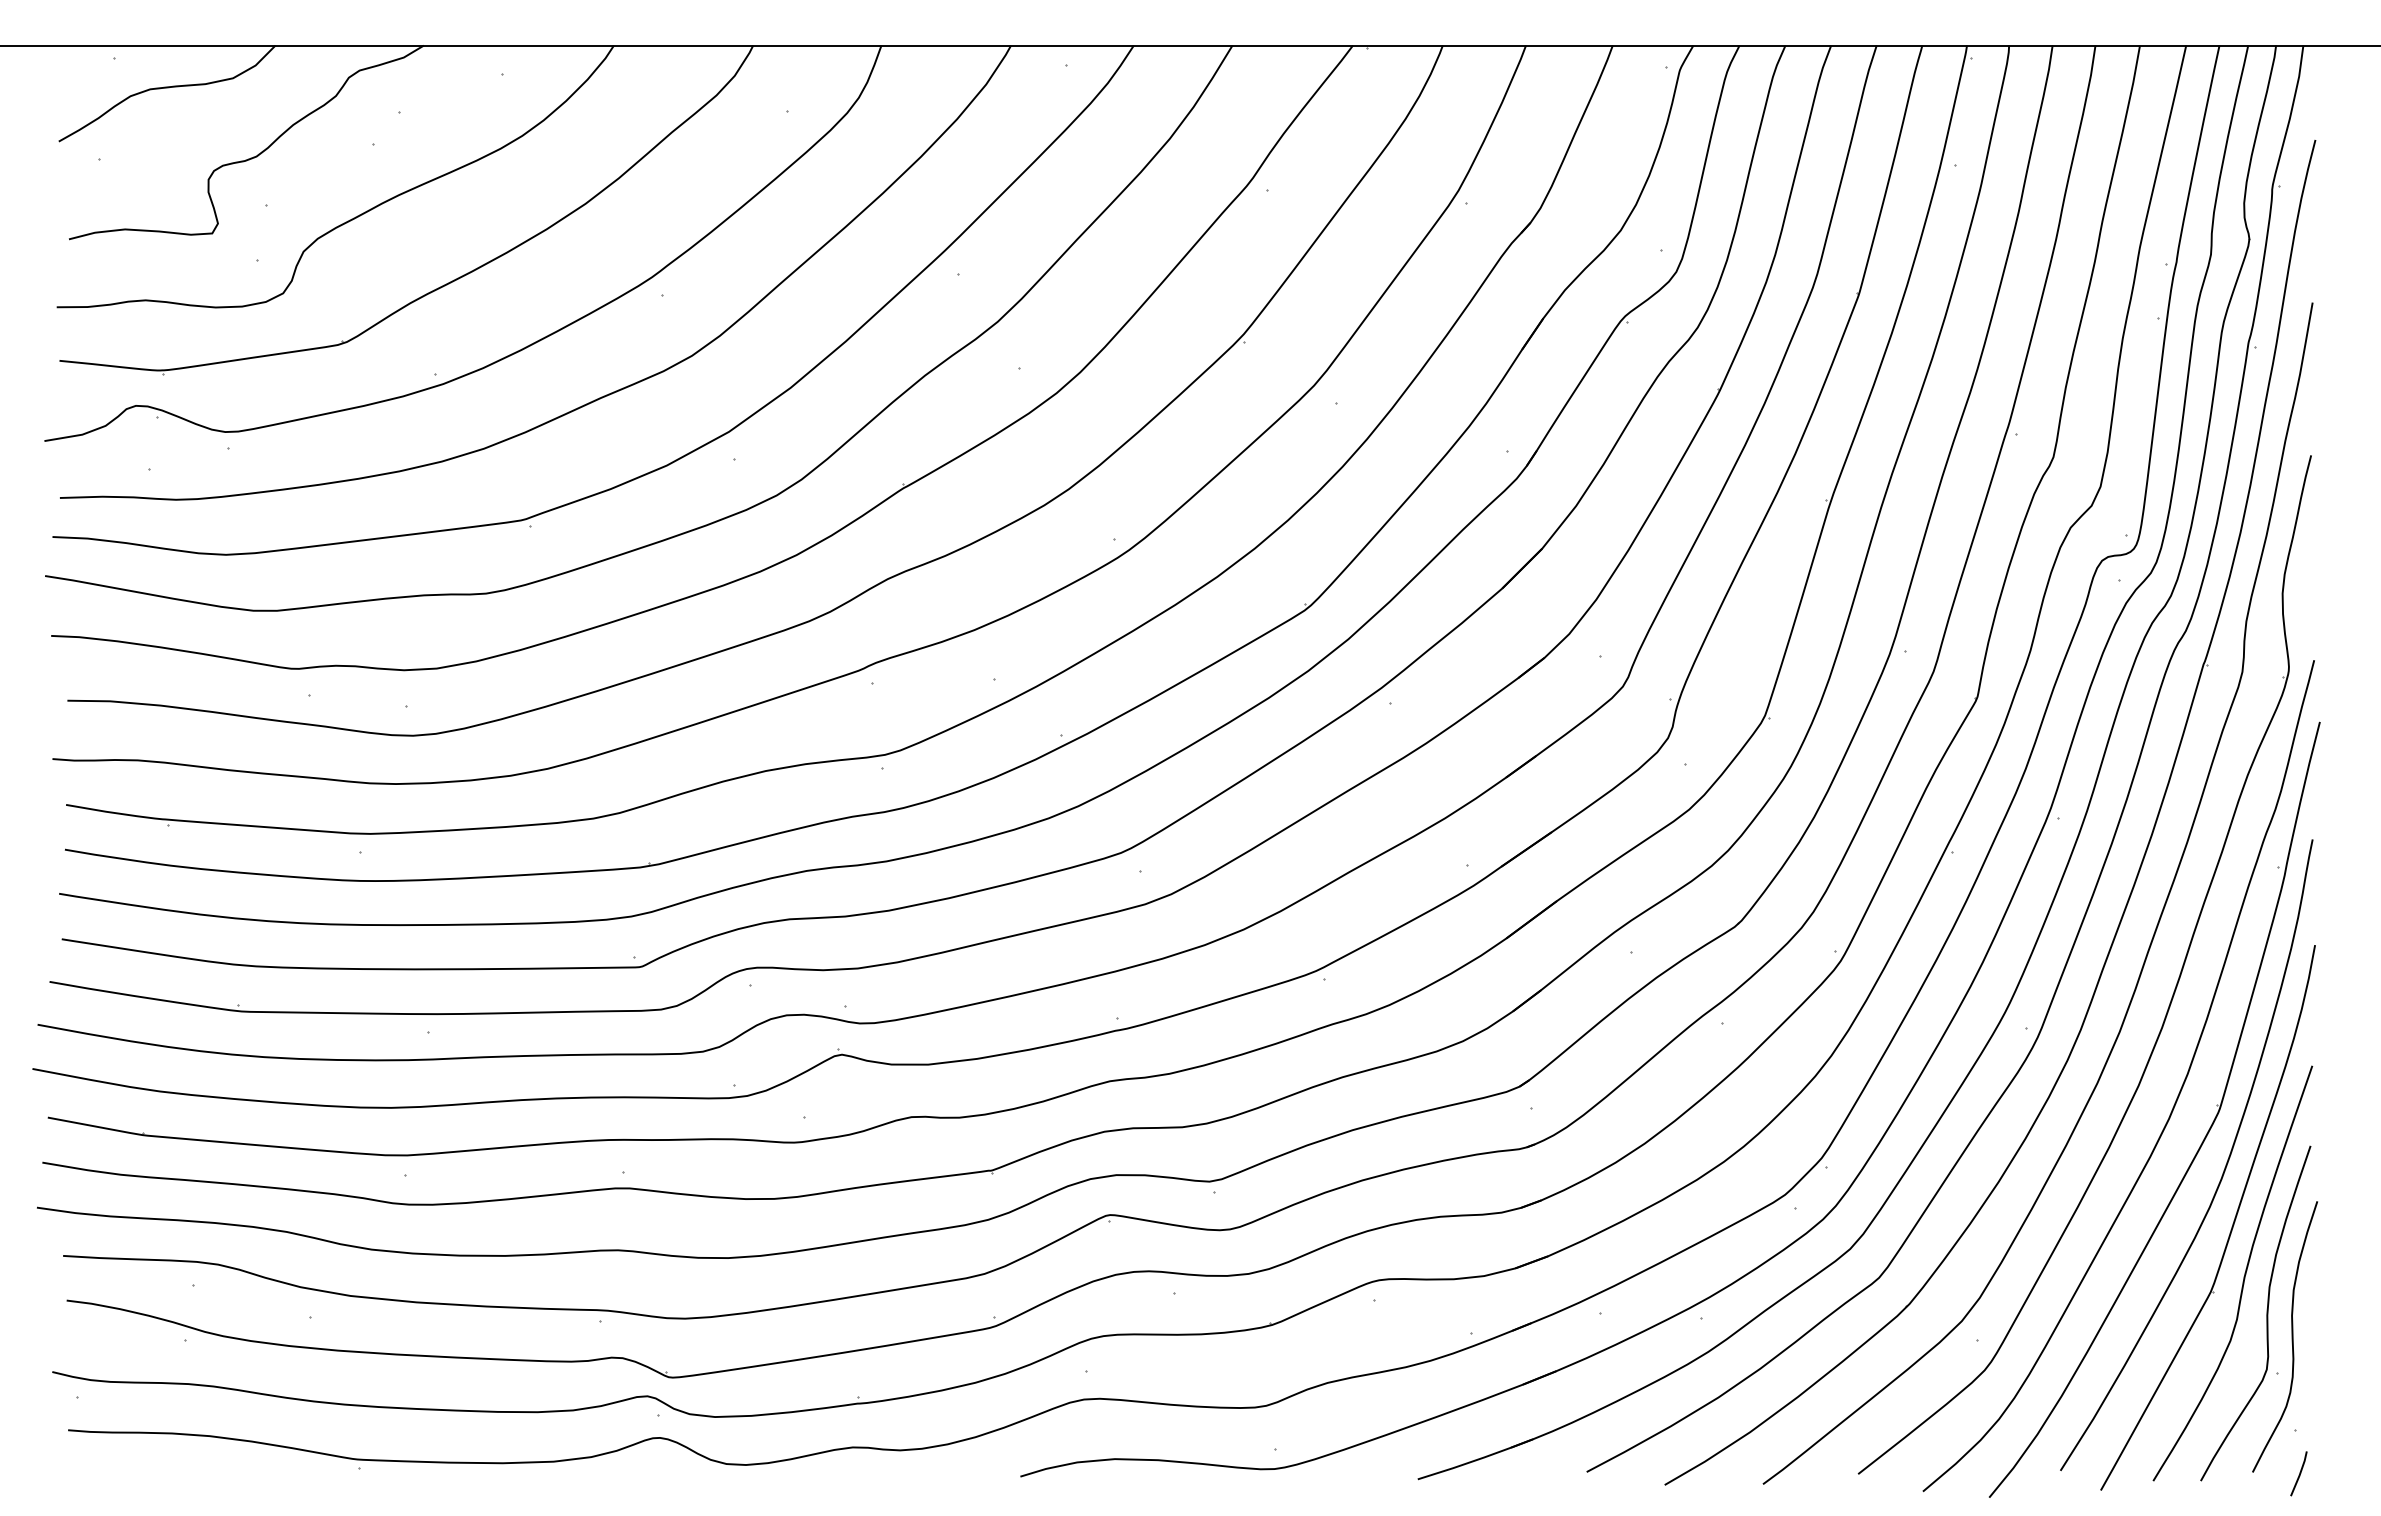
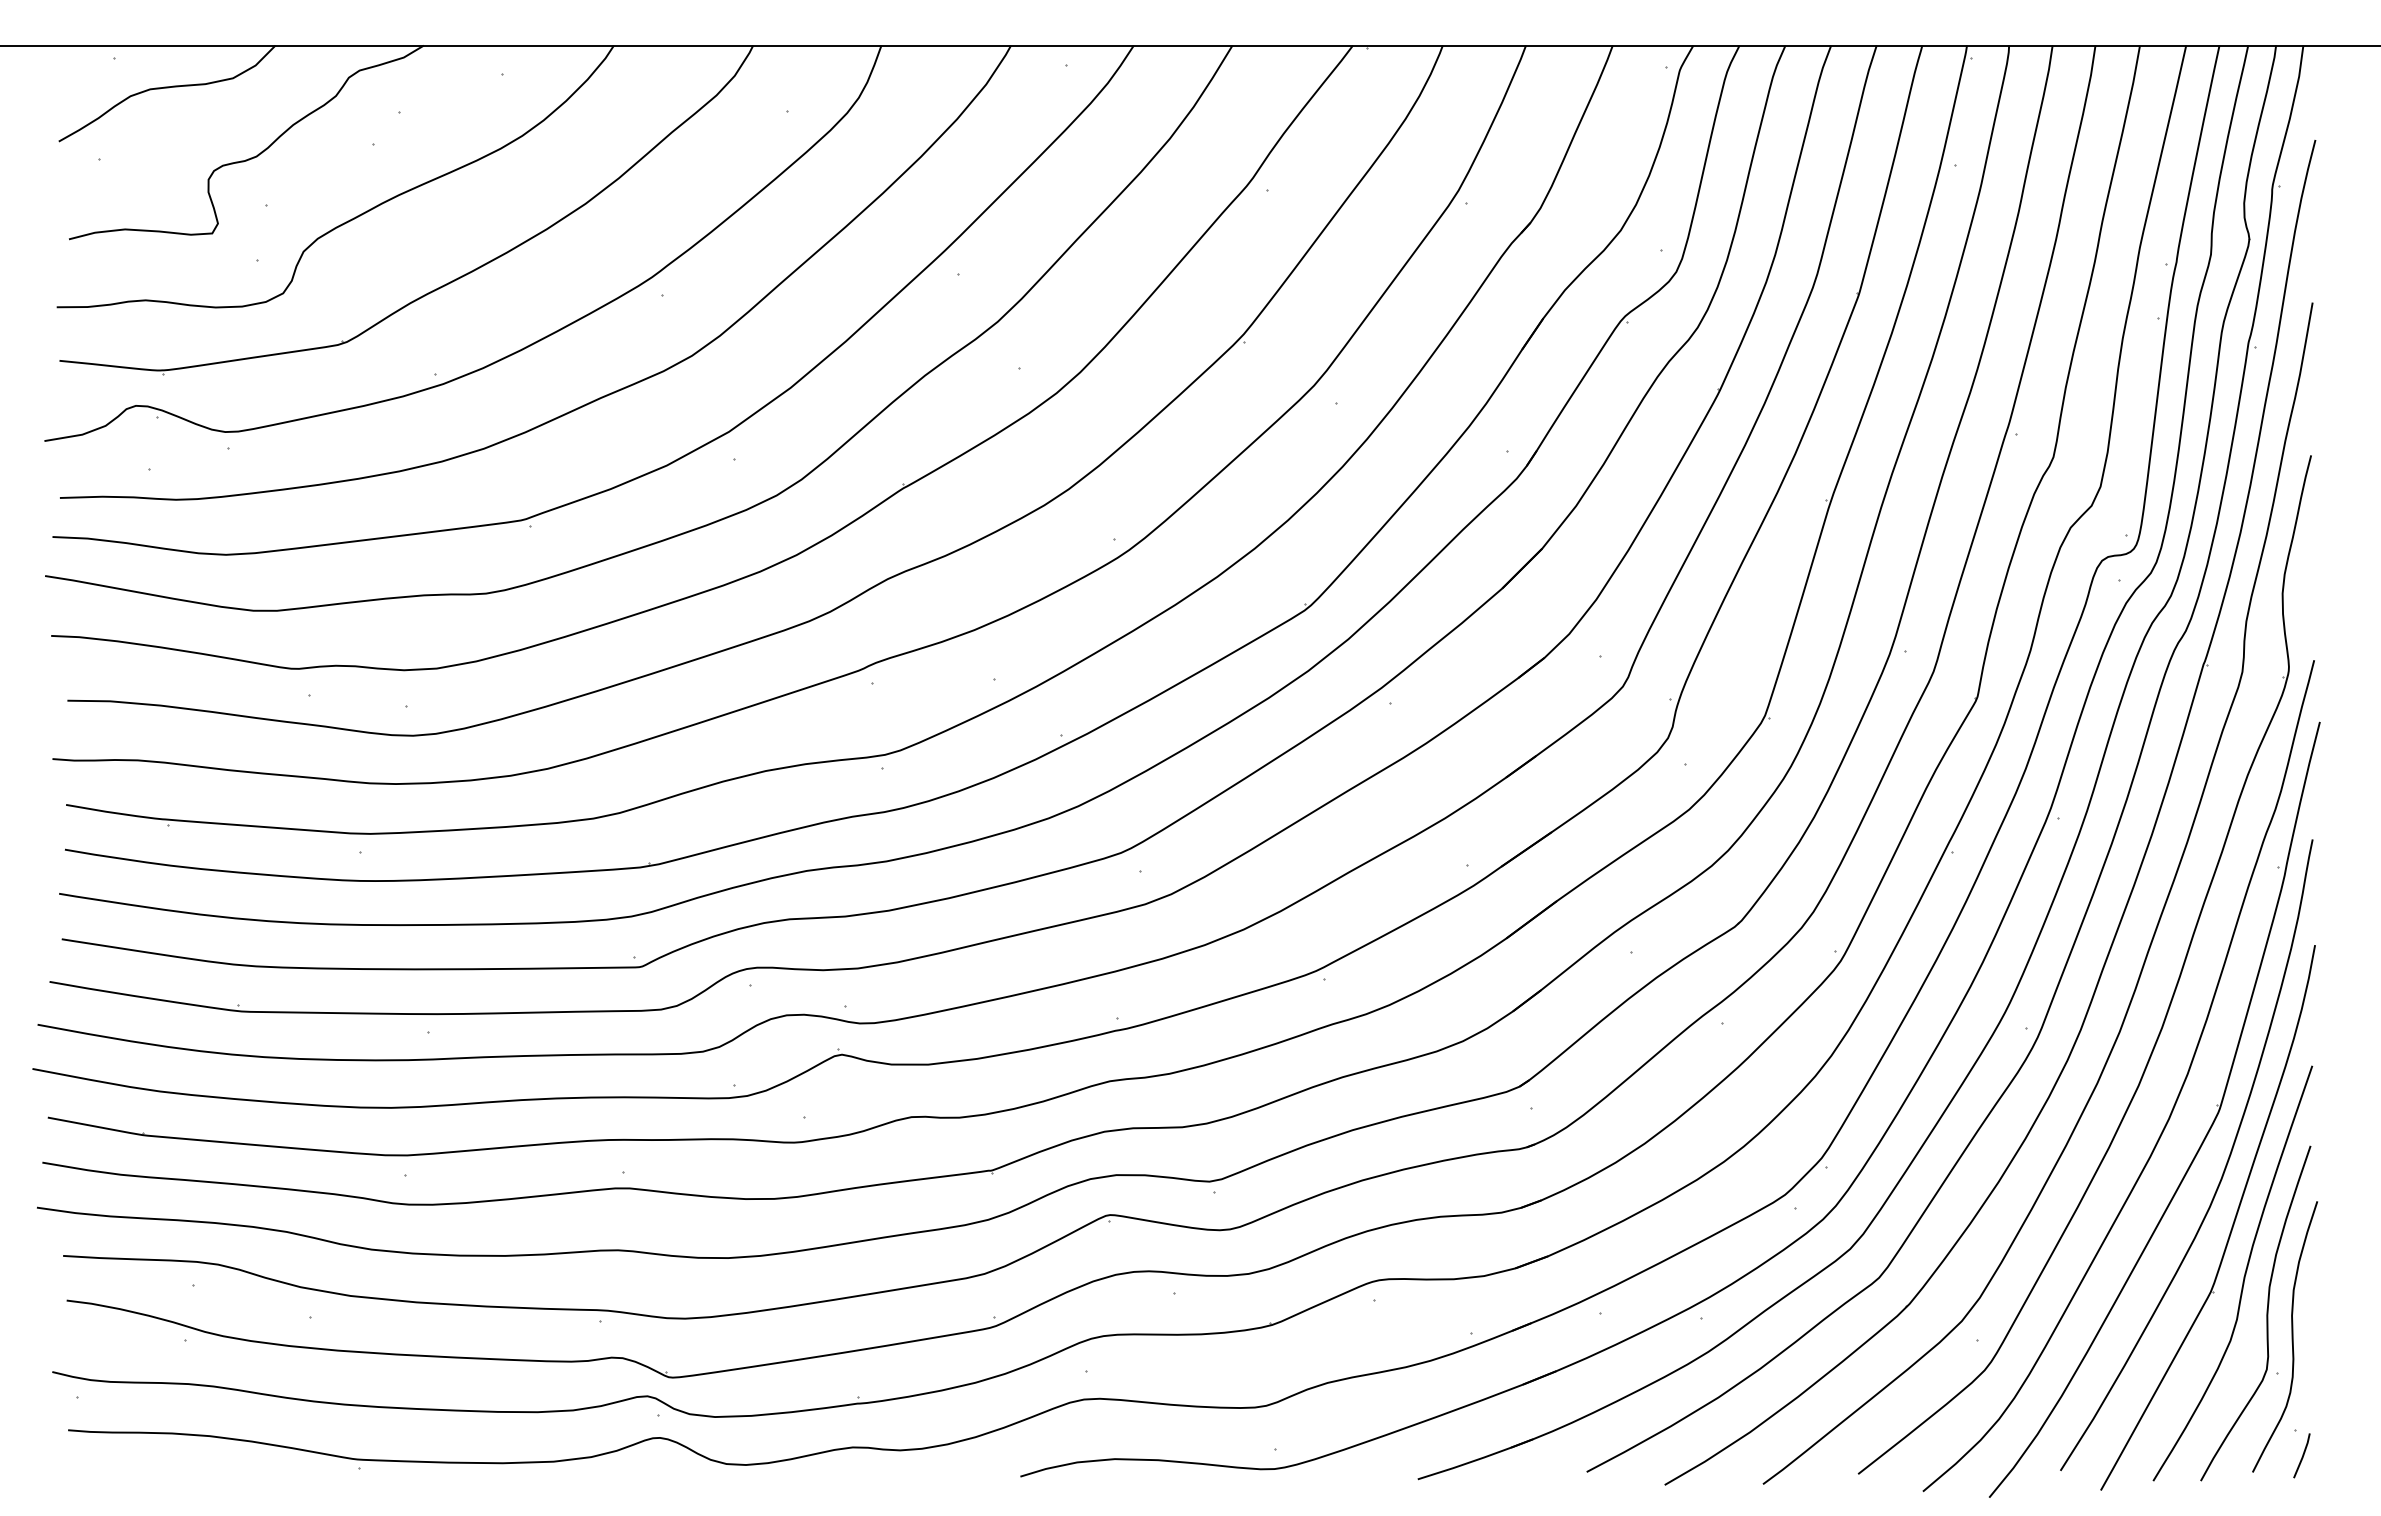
line at (2299, 1473) position: (2299, 1473) -> (2302, 1455)
